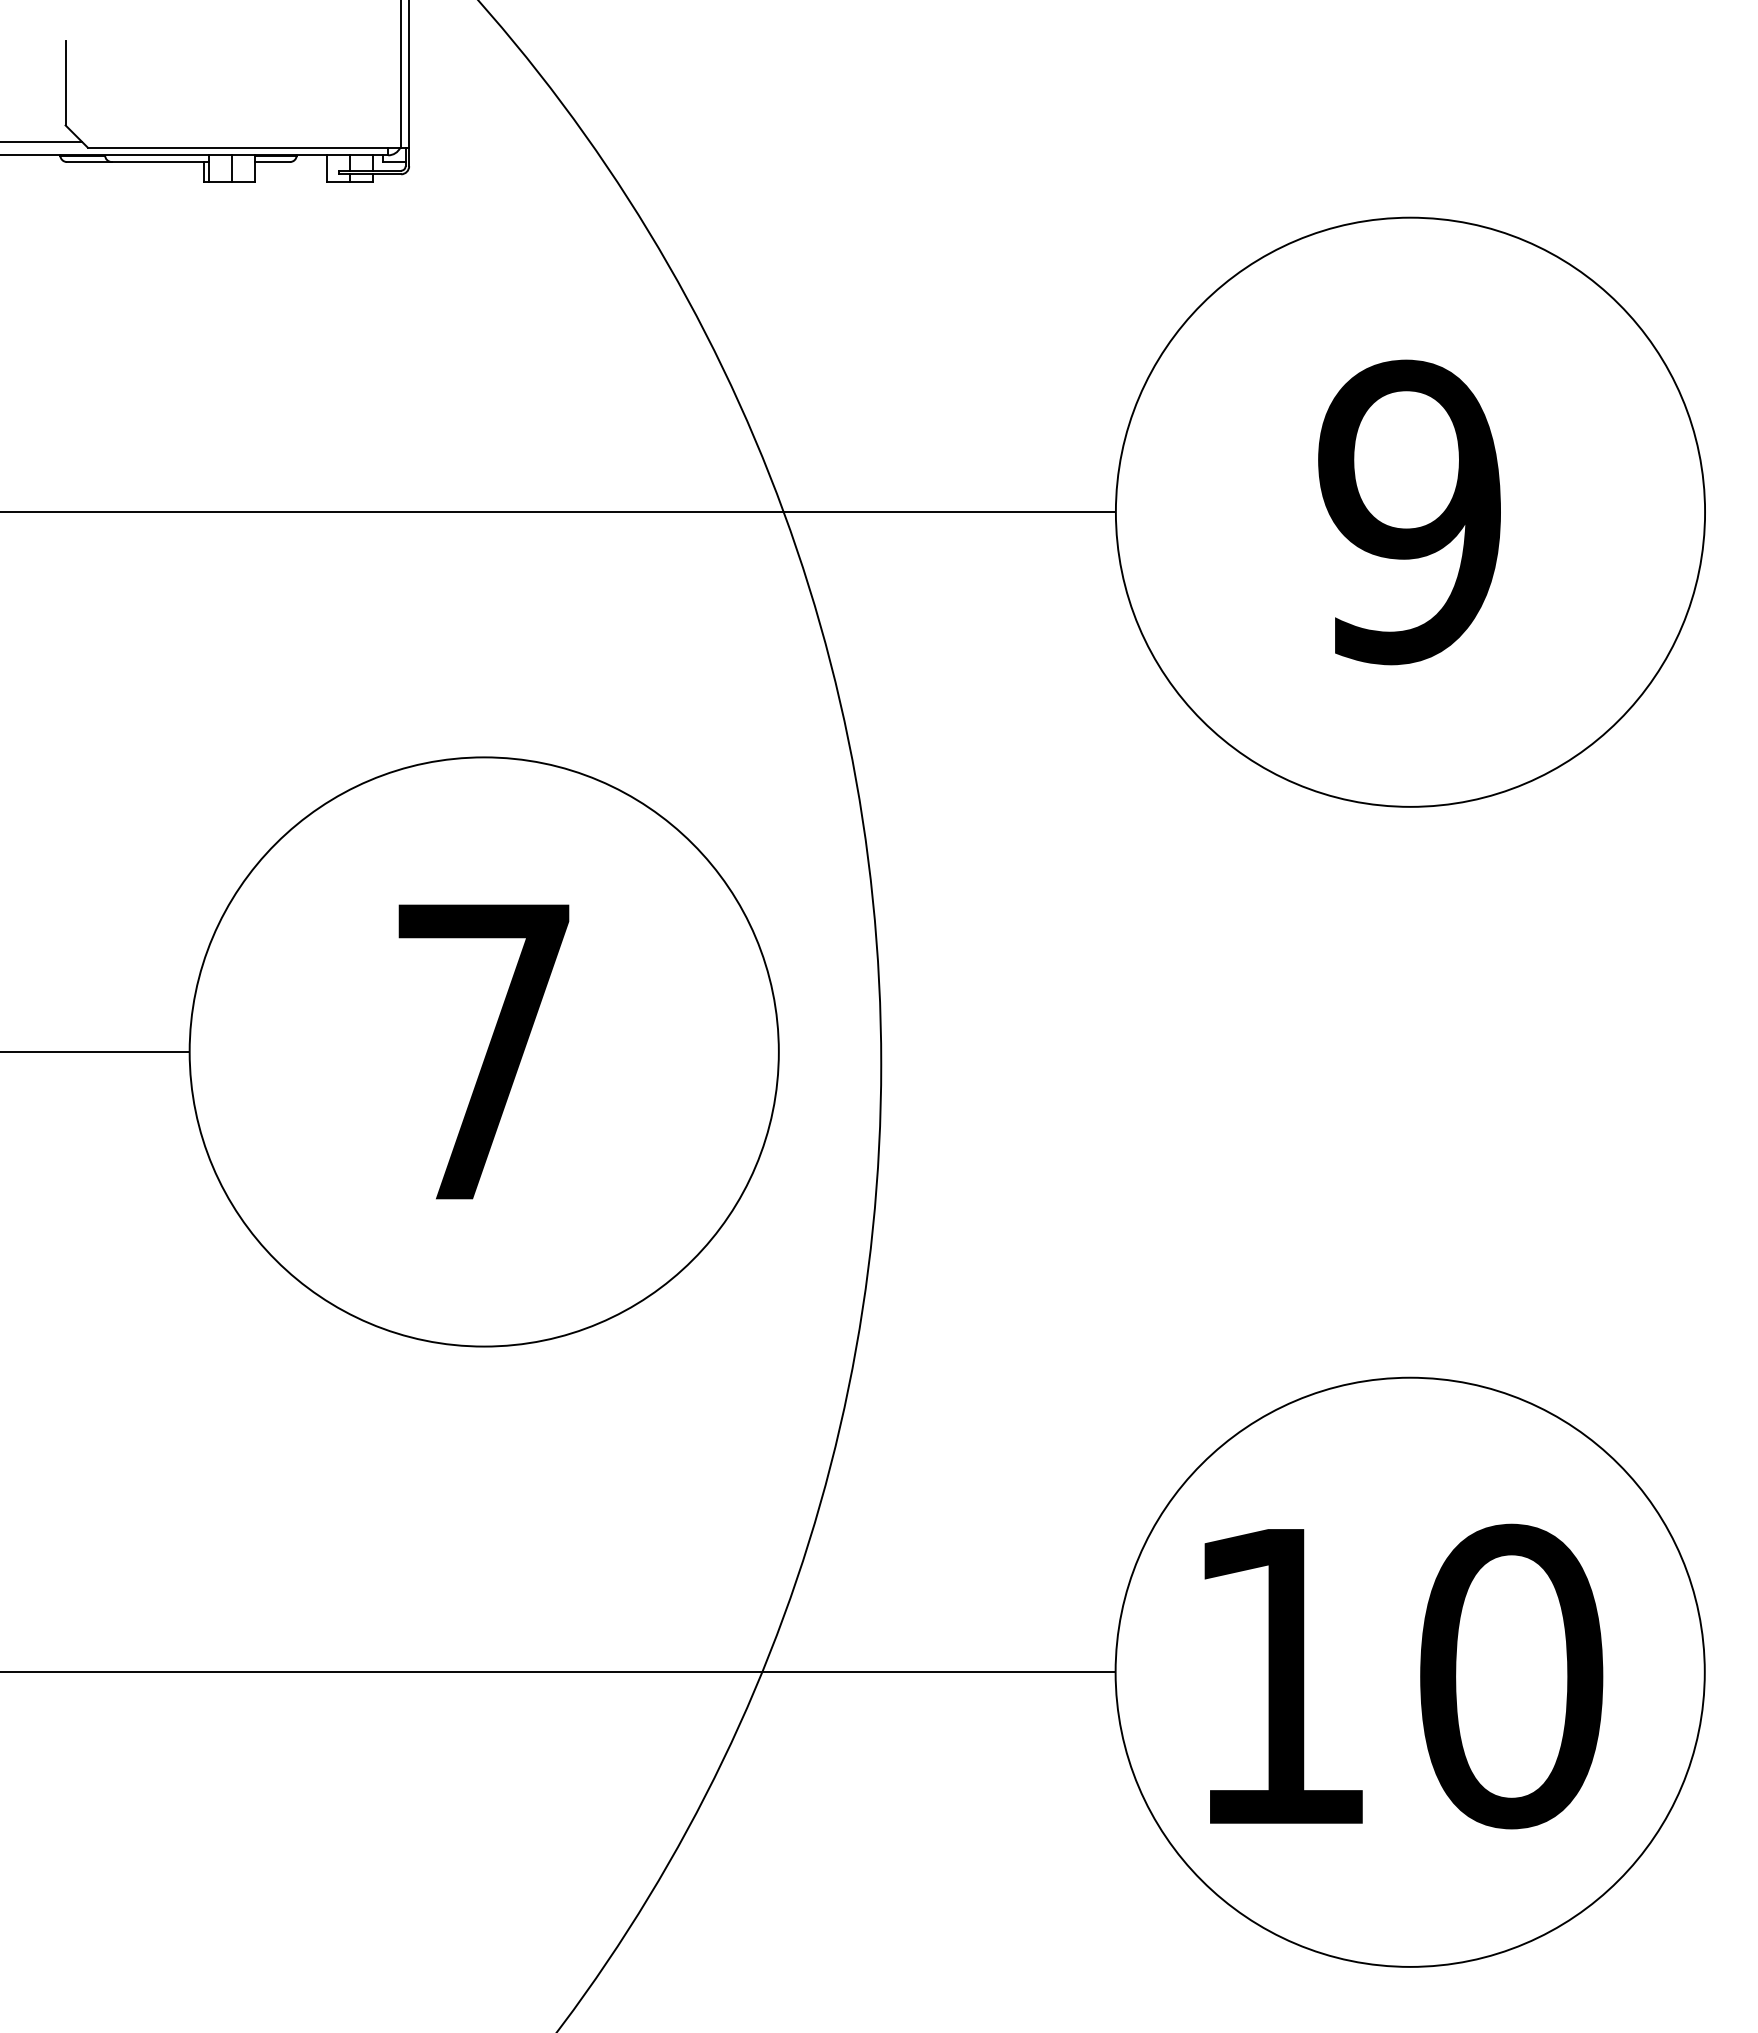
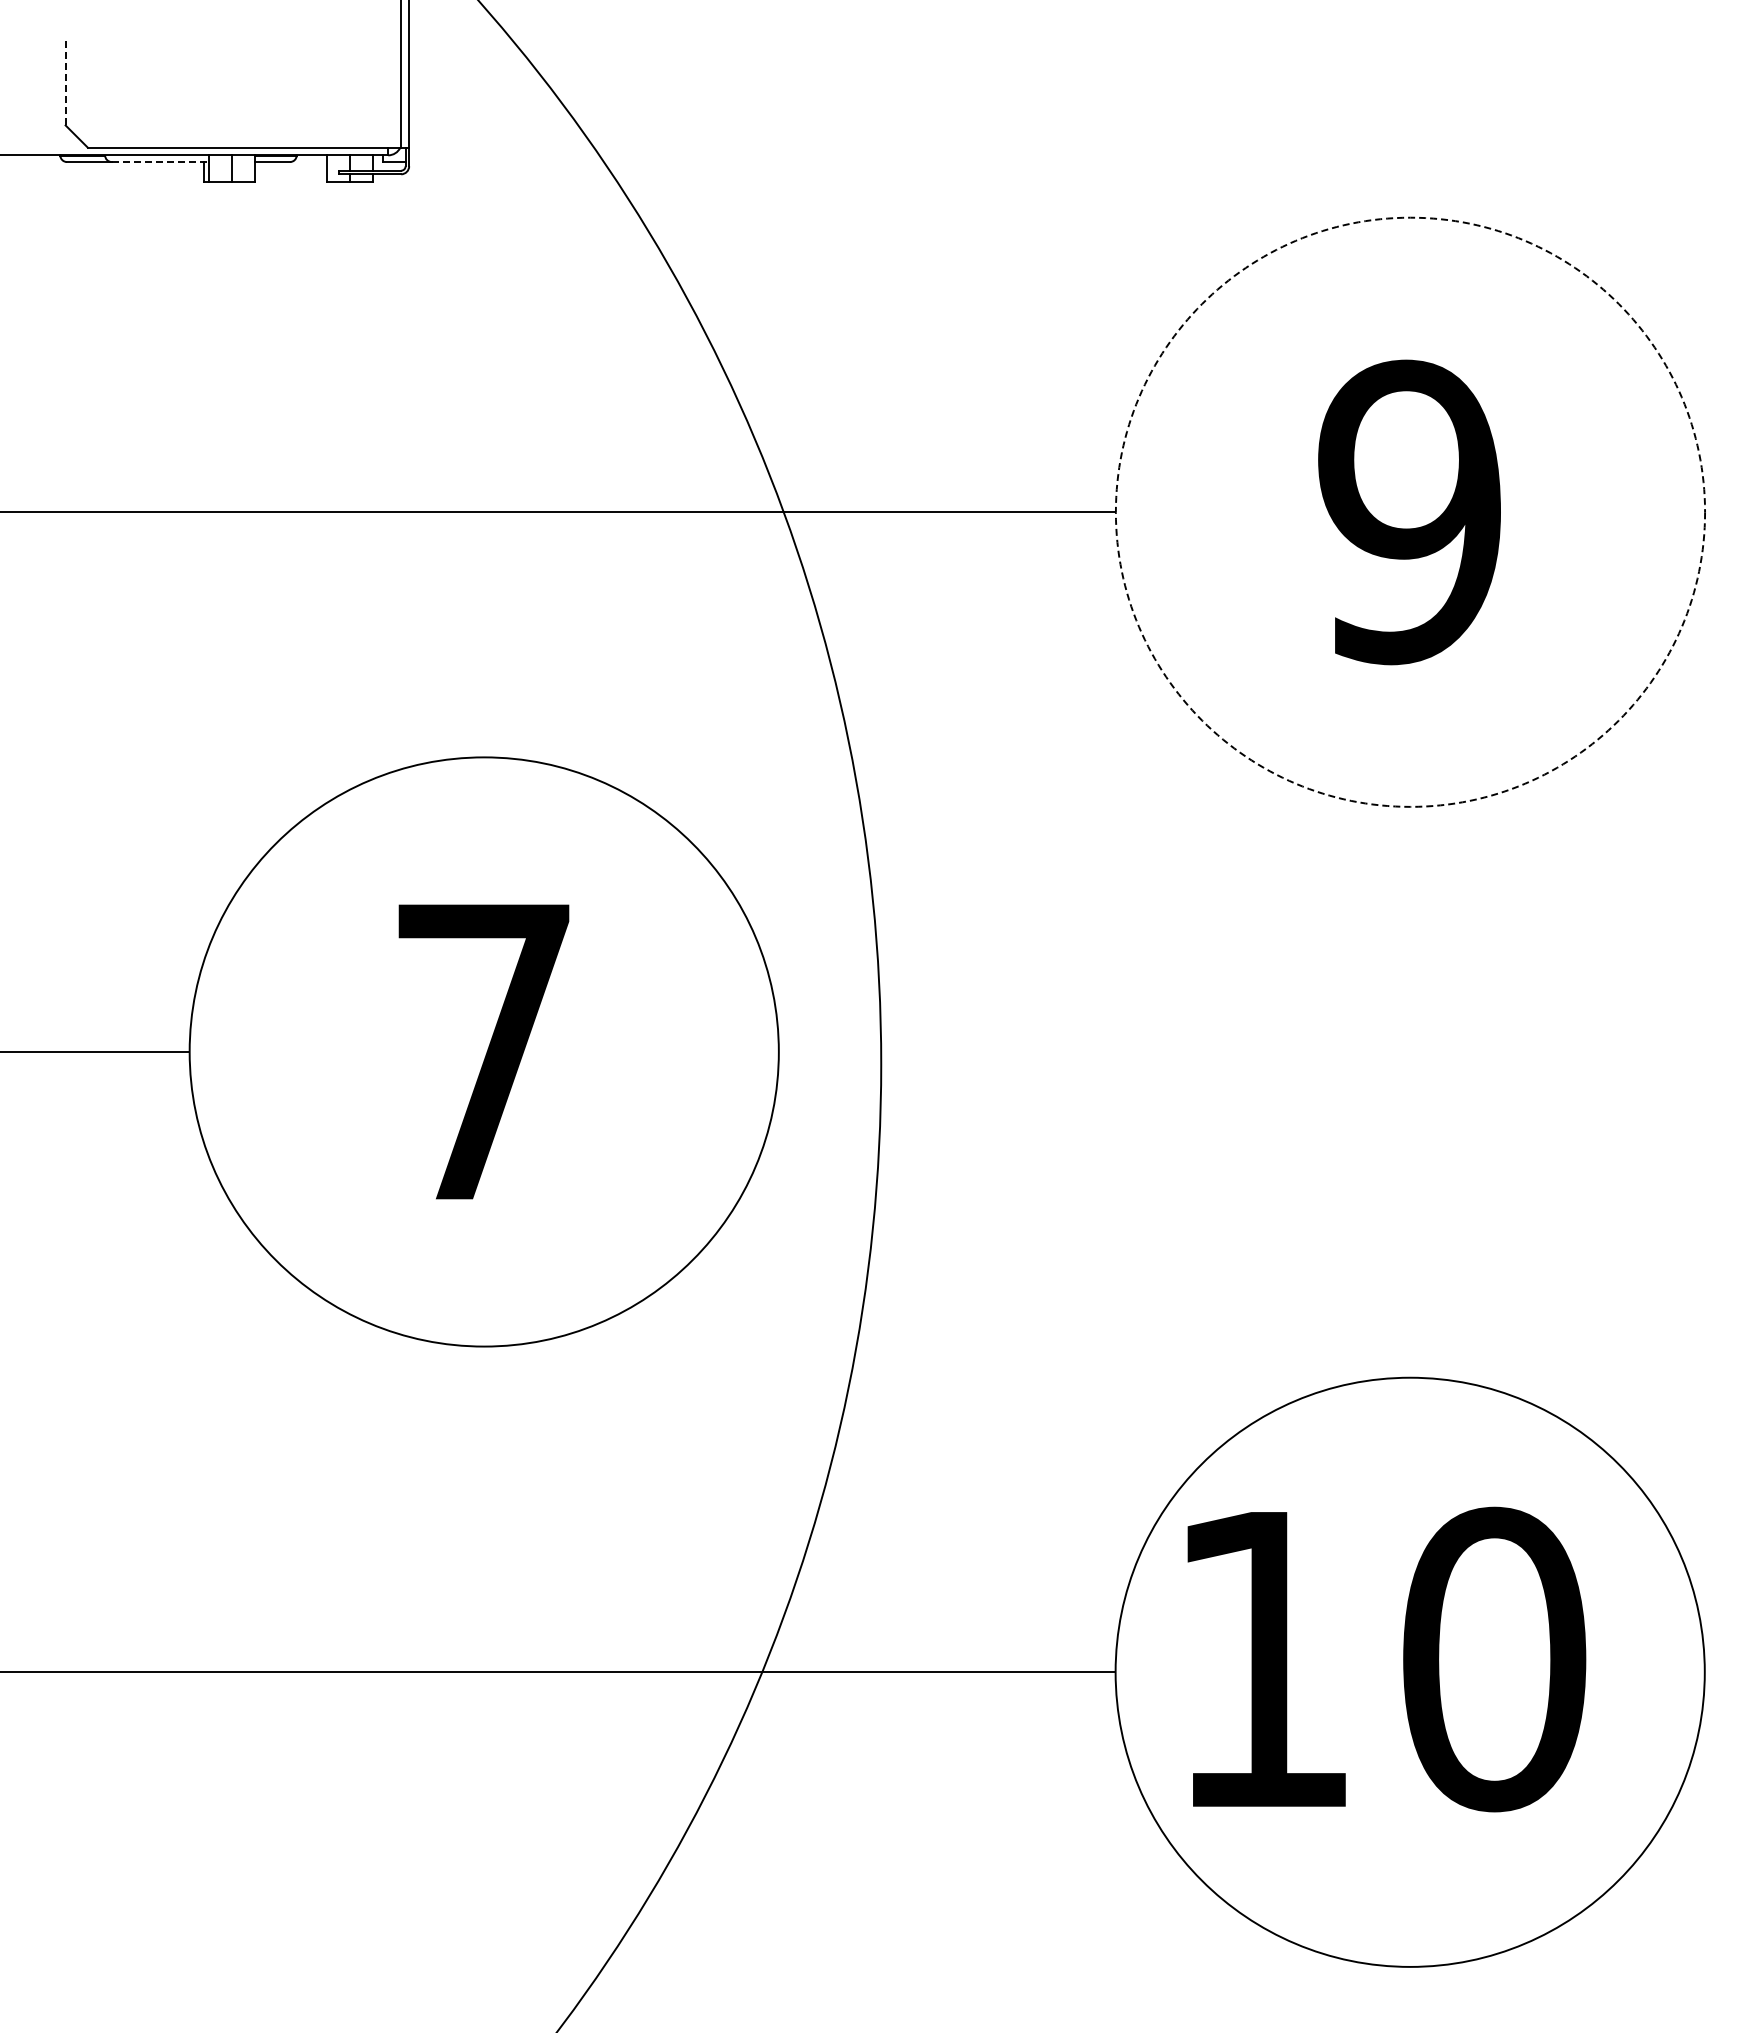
line at (65, 82): solid -> dashed
line at (42, 141): present -> none
line at (160, 162): solid -> dashed
circle at (1410, 511): solid -> dashed
text at (1403, 1676) position: (1403, 1676) -> (1386, 1659)
